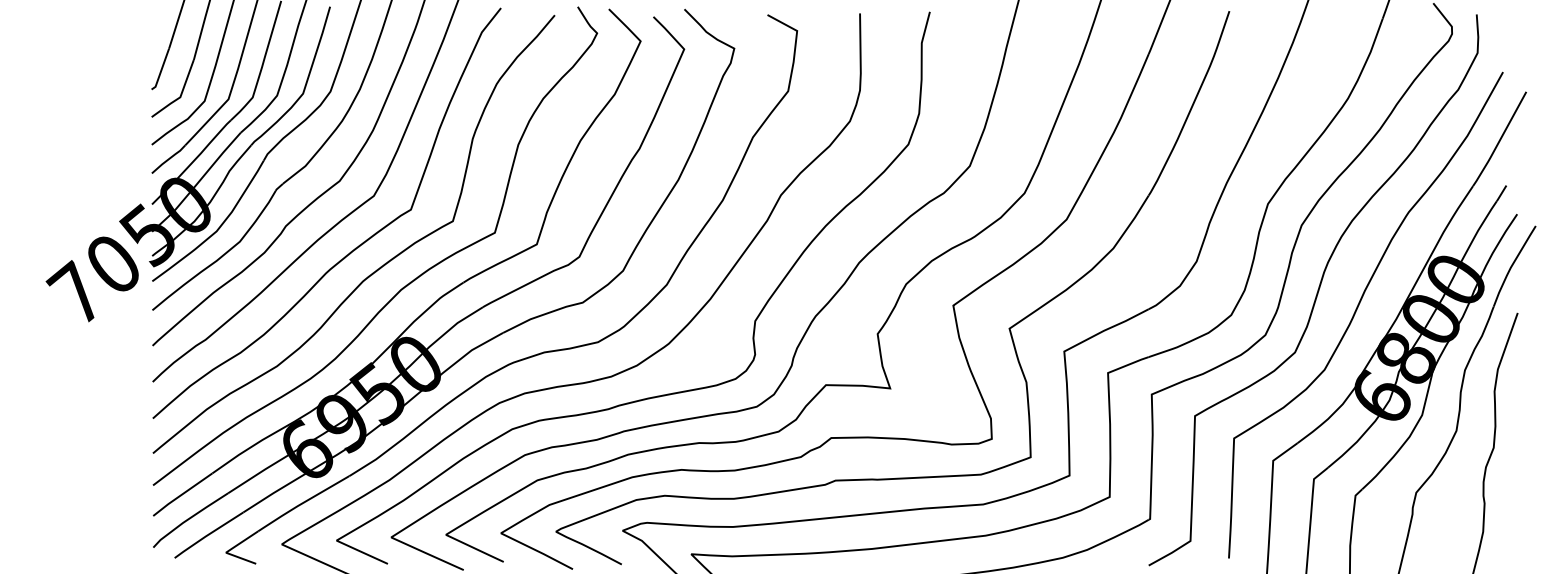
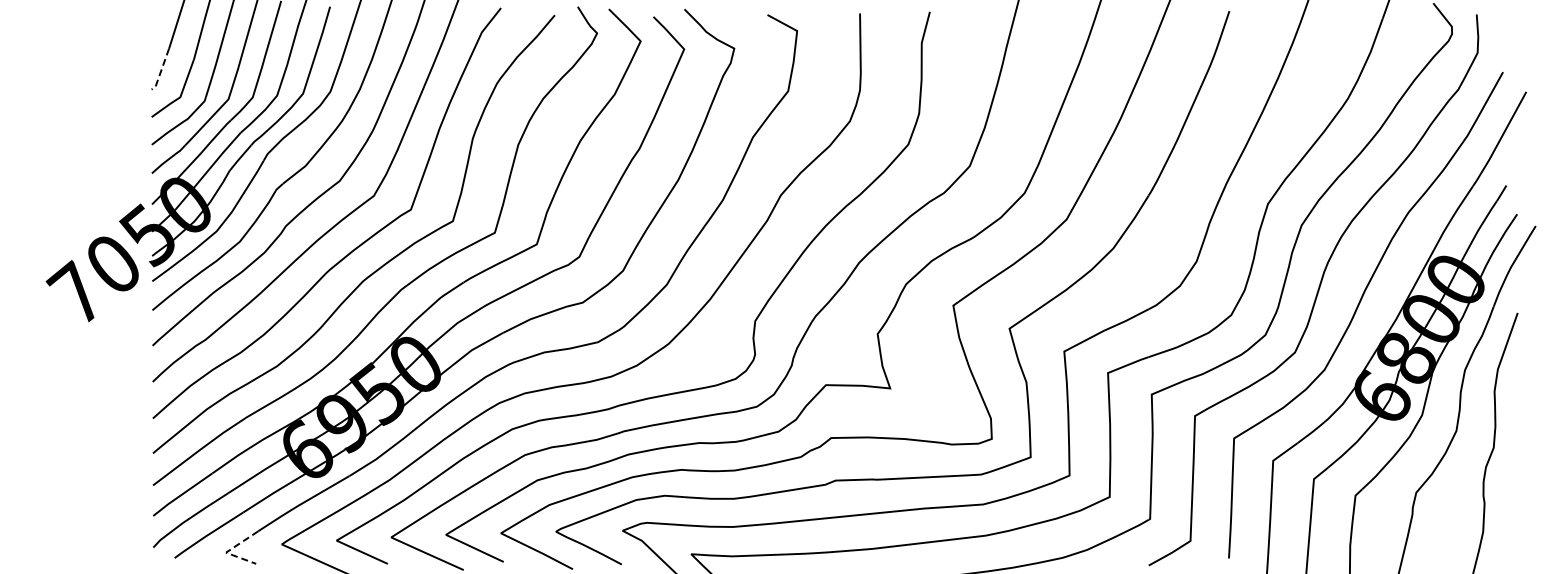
line at (161, 71): solid -> dashed
line at (228, 551): solid -> dashed
